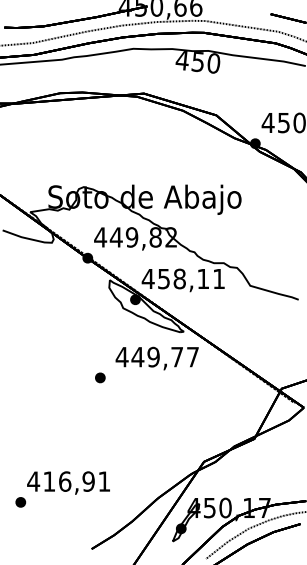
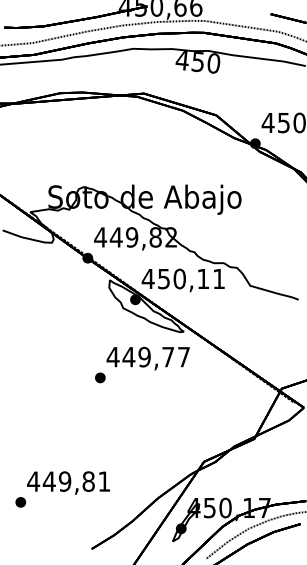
text at (179, 279): 458,11 -> 450,11
text at (156, 358) position: (156, 358) -> (147, 358)
text at (68, 481): 416,91 -> 449,81
